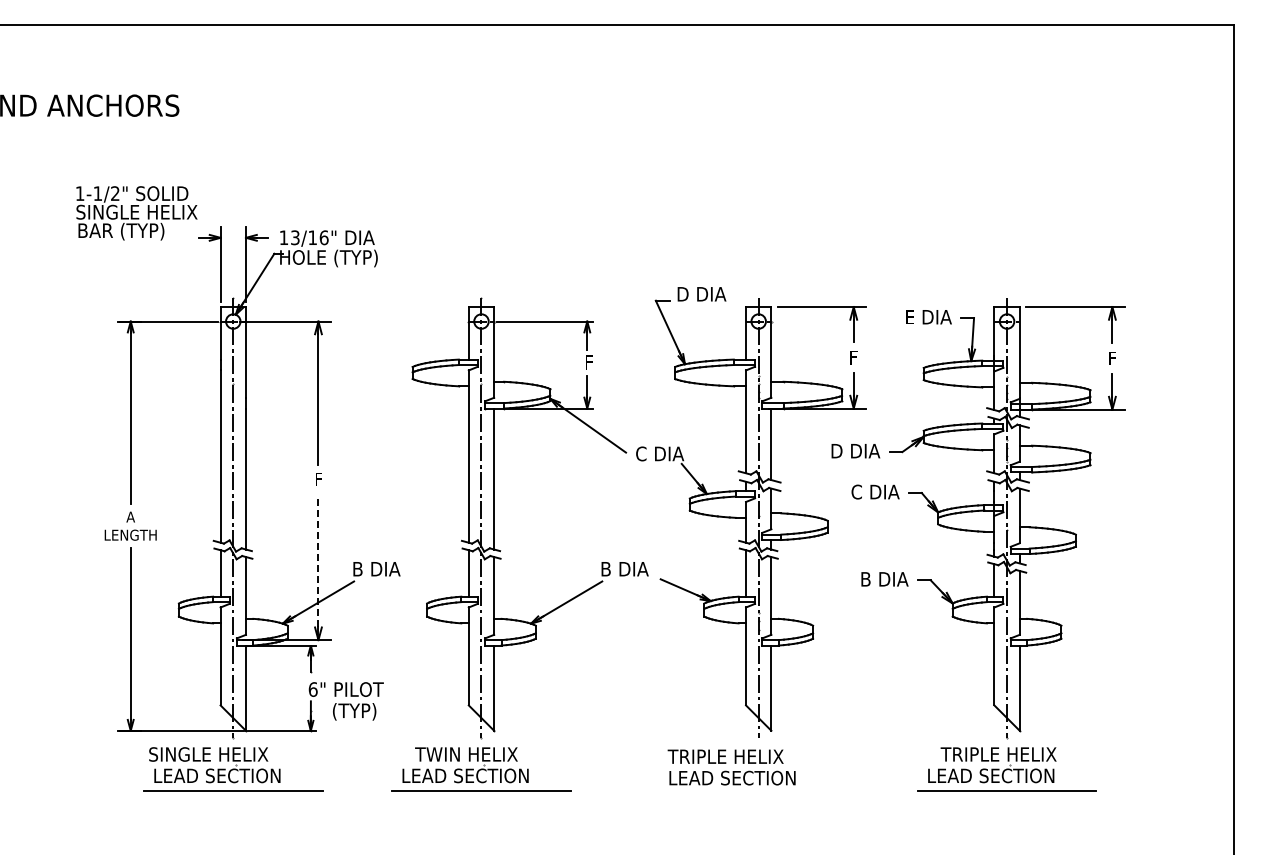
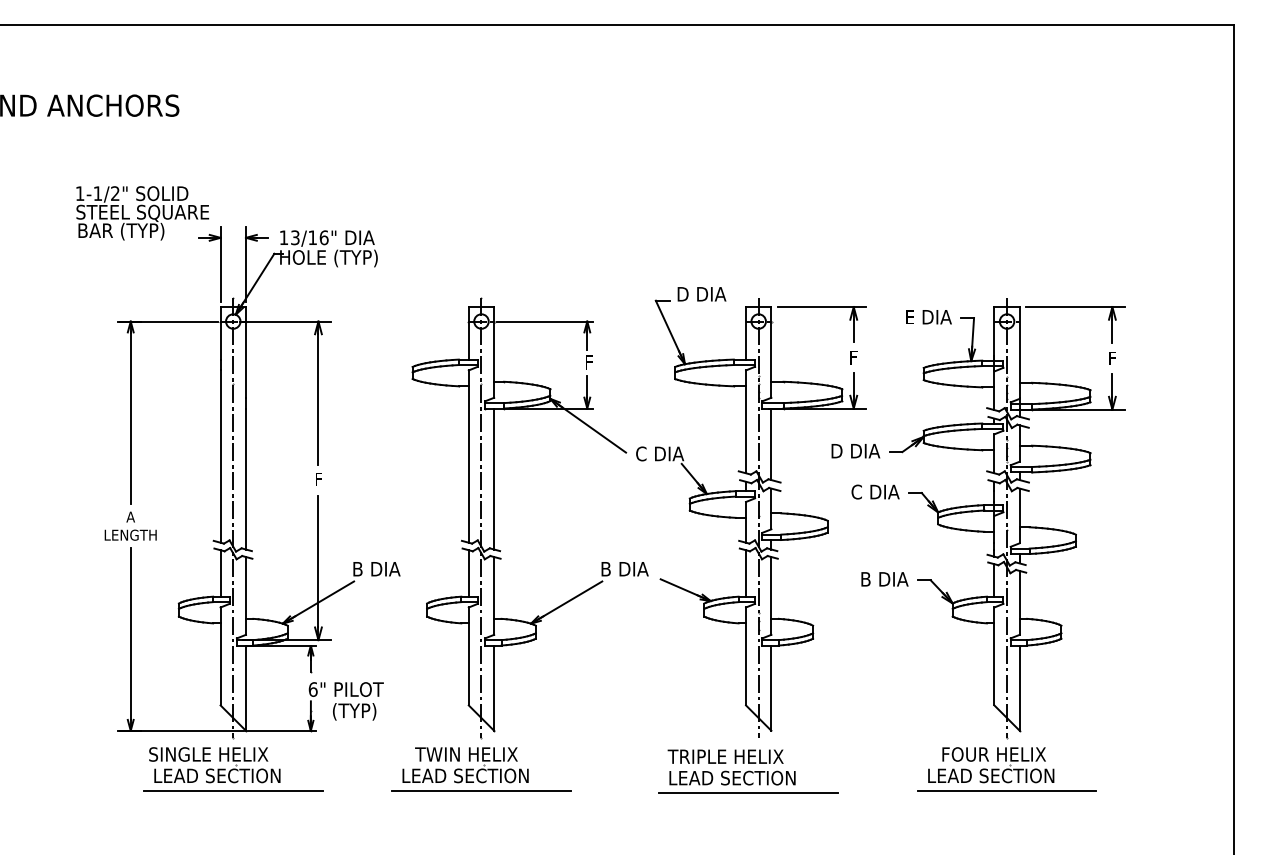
text at (147, 212): SINGLE HELIX -> STEEL SQUARE
line at (318, 561): dashed -> solid
text at (998, 754): TRIPLE HELIX -> FOUR HELIX
line at (747, 793): none -> present
